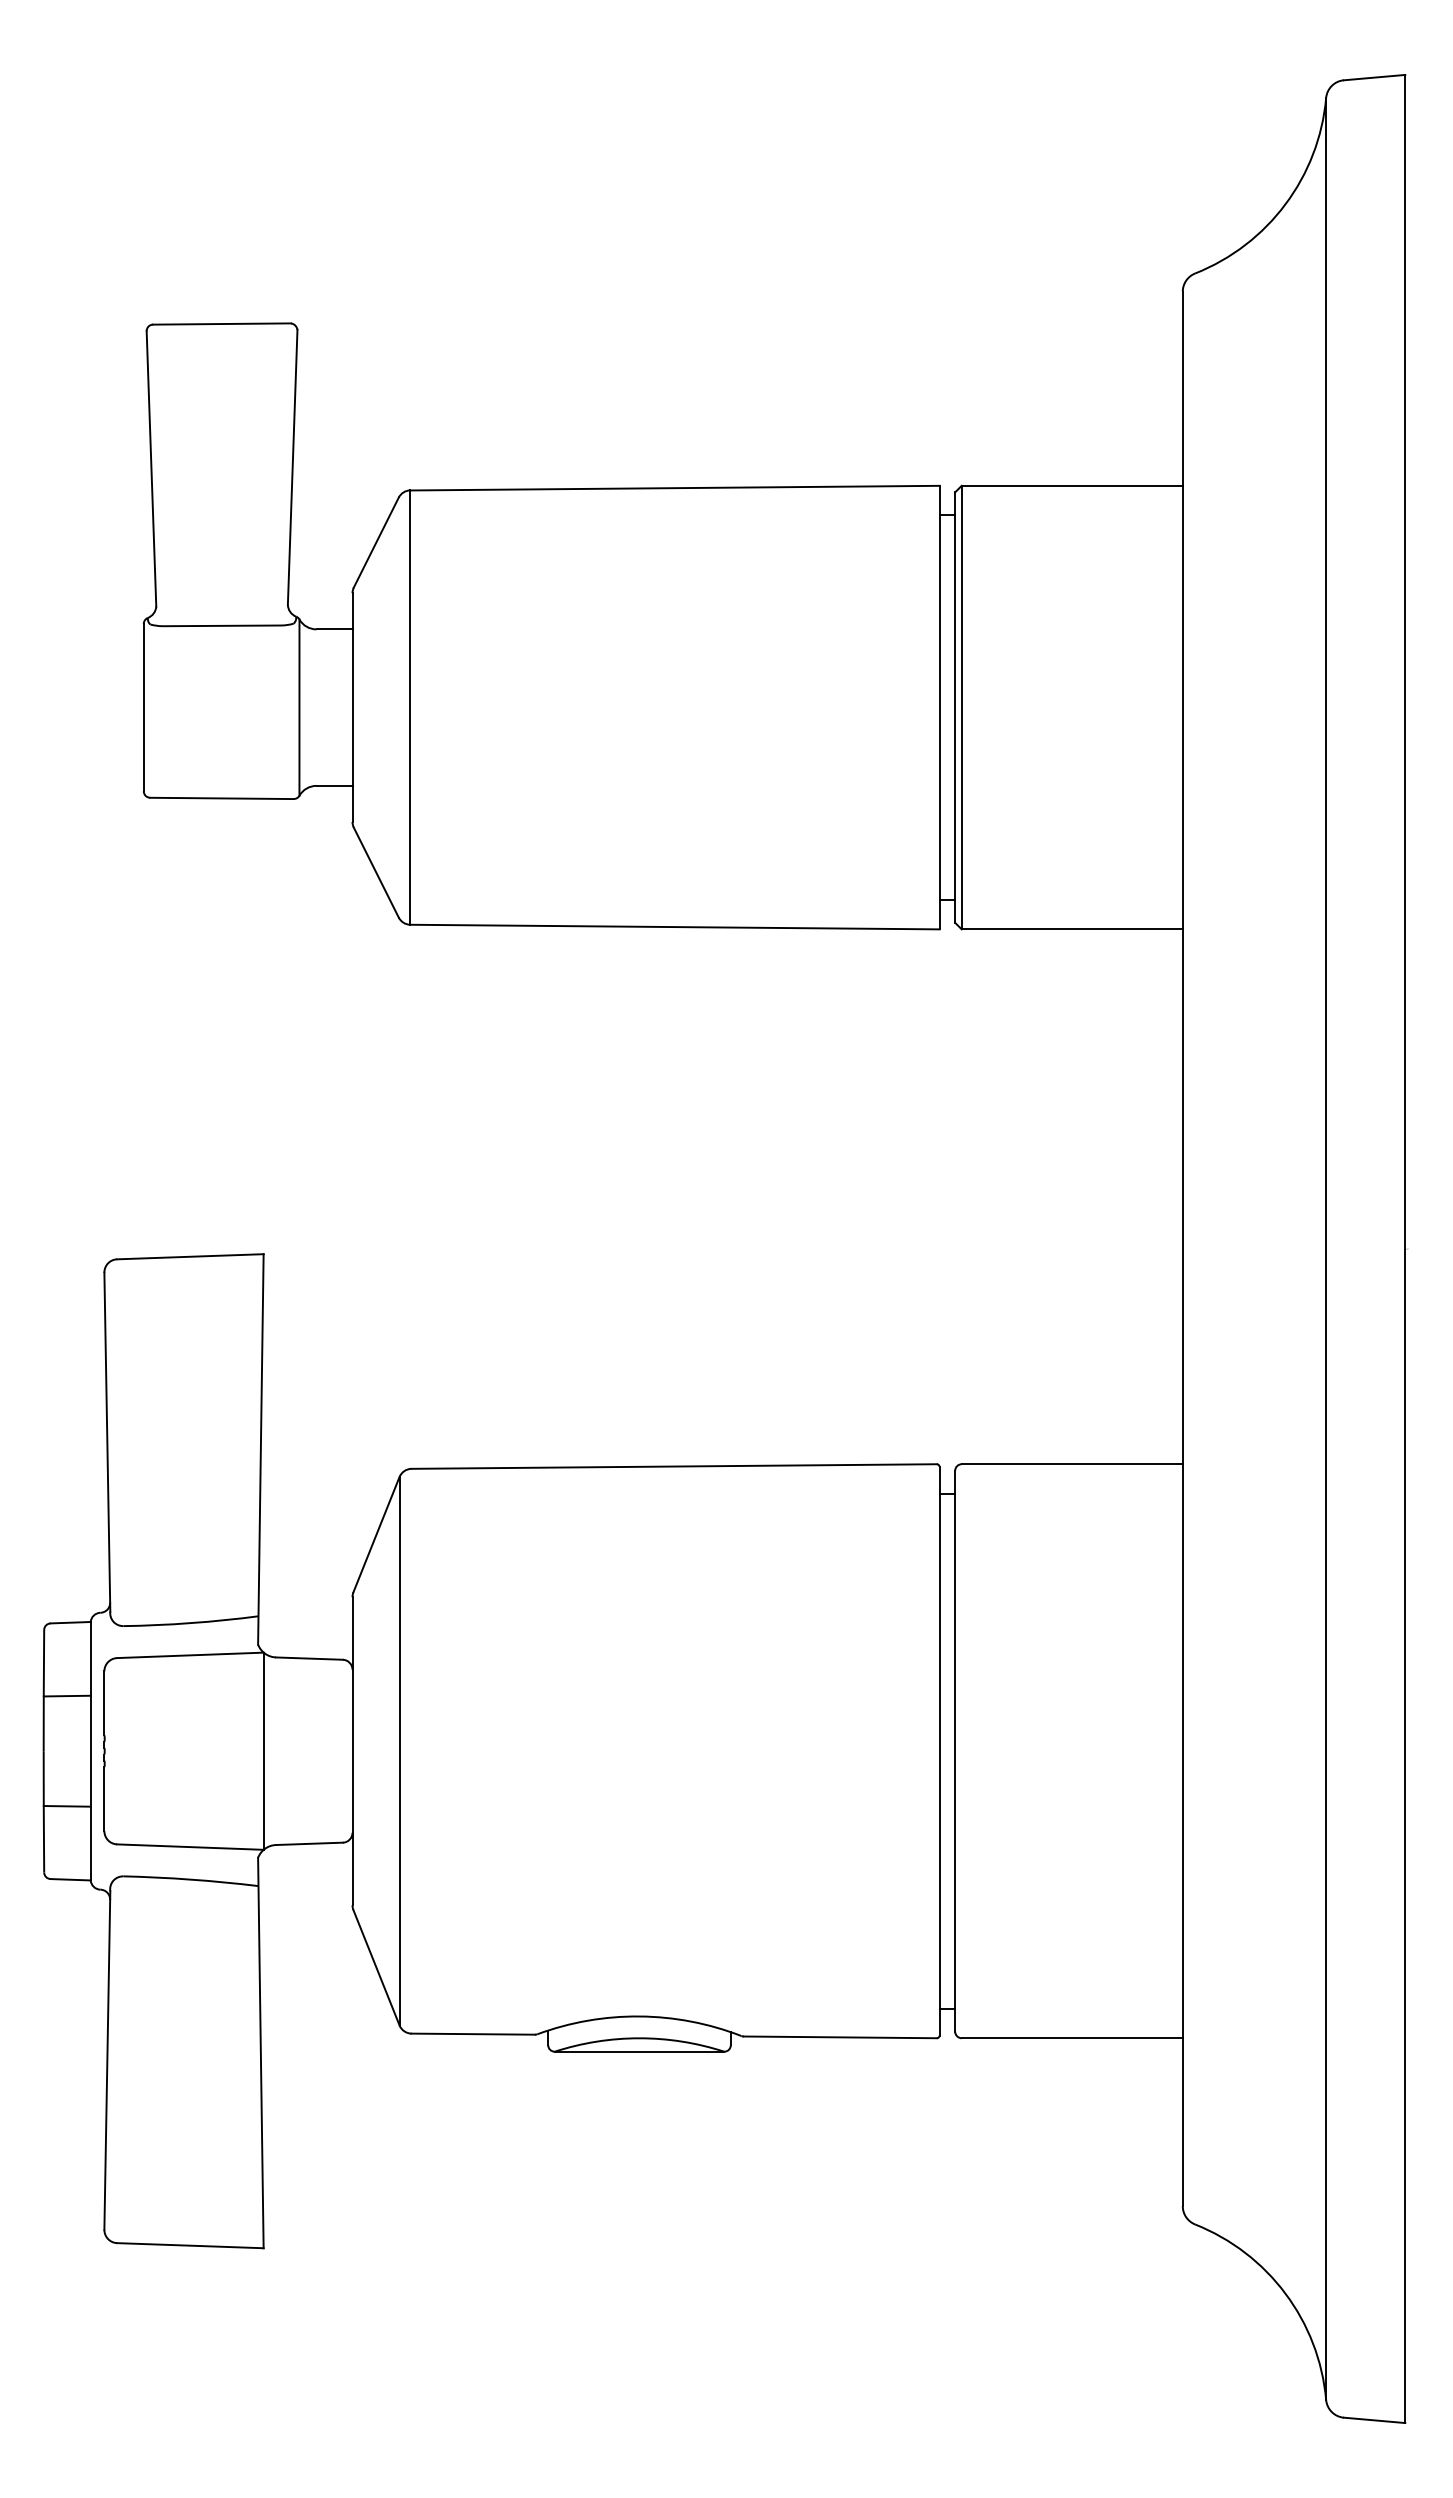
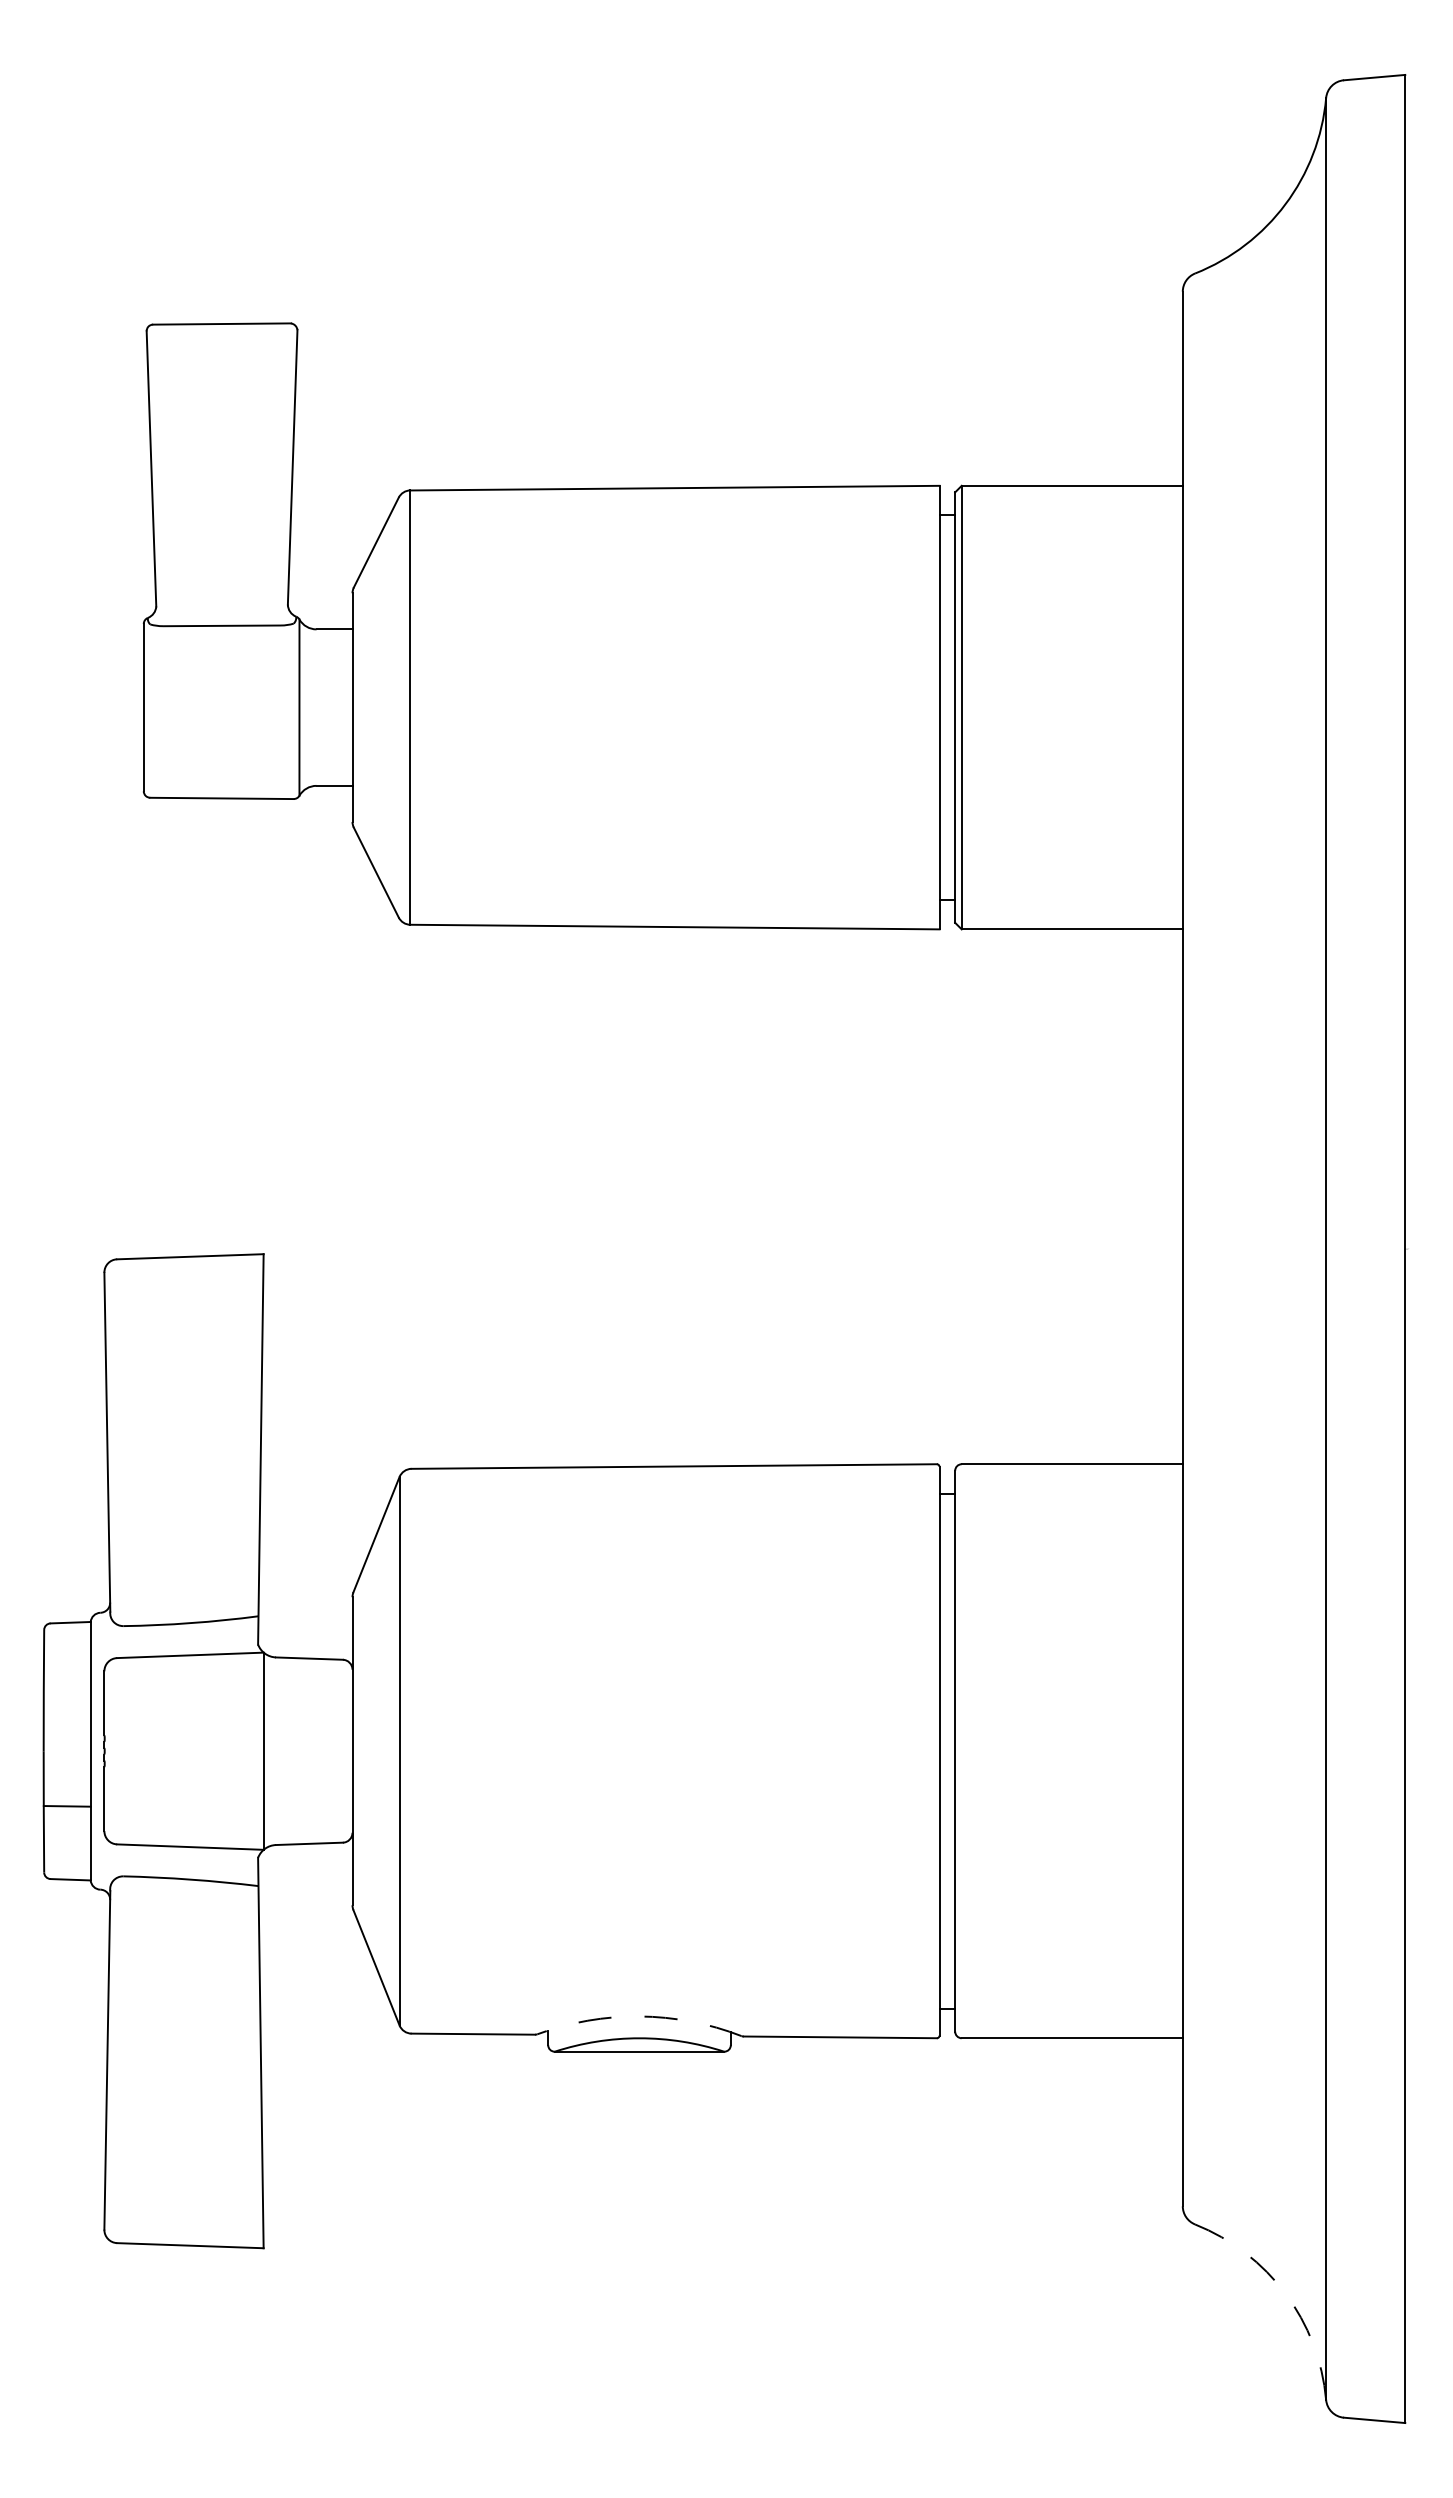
line at (66, 1695): present -> none
arc at (639, 2016): solid -> dashed
arc at (1285, 2293): solid -> dashed
